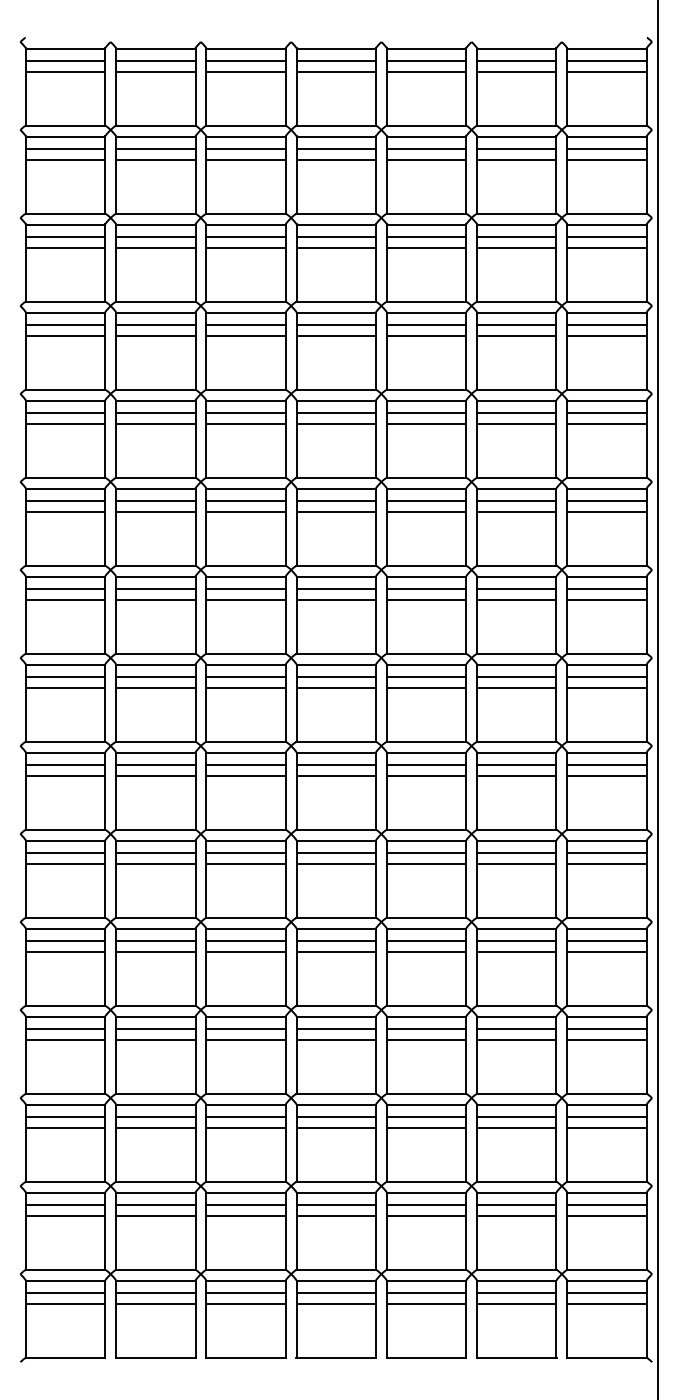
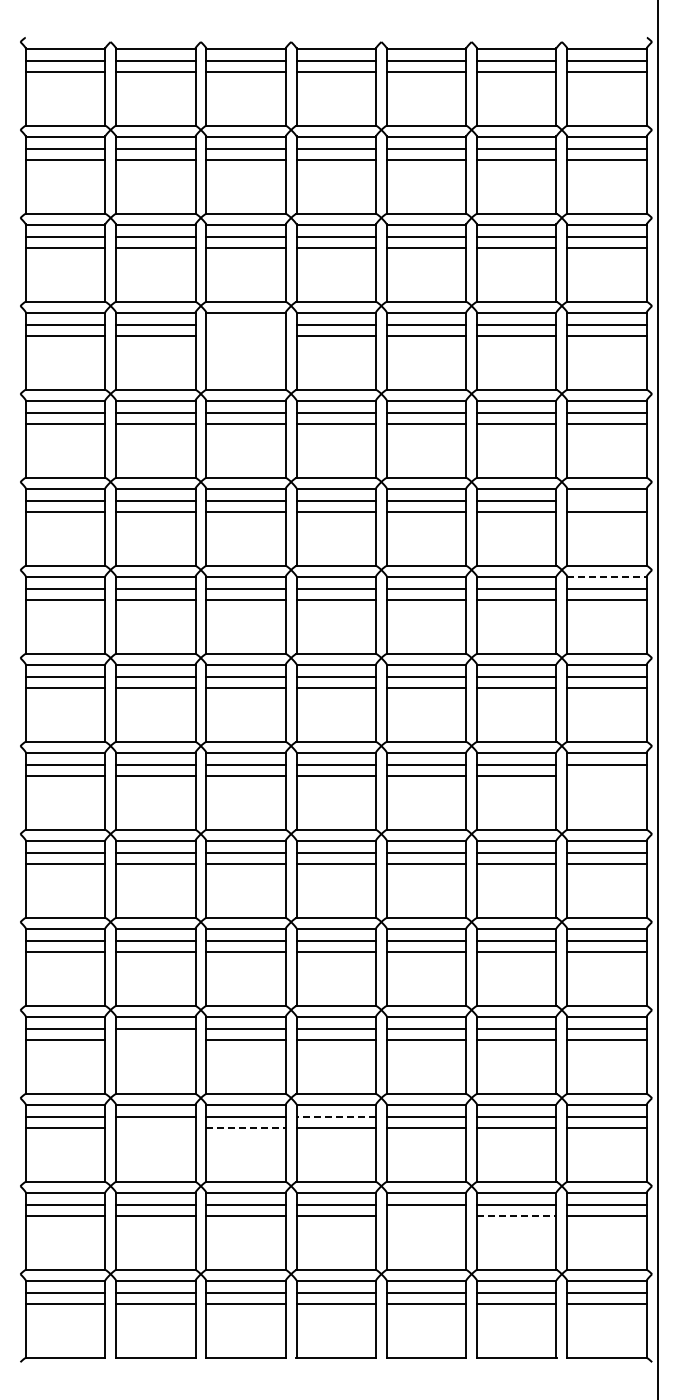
line at (245, 325): present -> none
line at (245, 335): present -> none
line at (606, 501): present -> none
line at (607, 576): solid -> dashed
line at (606, 776): present -> none
line at (155, 1040): present -> none
line at (336, 1117): solid -> dashed
line at (155, 1128): present -> none
line at (246, 1128): solid -> dashed
line at (426, 1216): present -> none
line at (516, 1216): solid -> dashed
